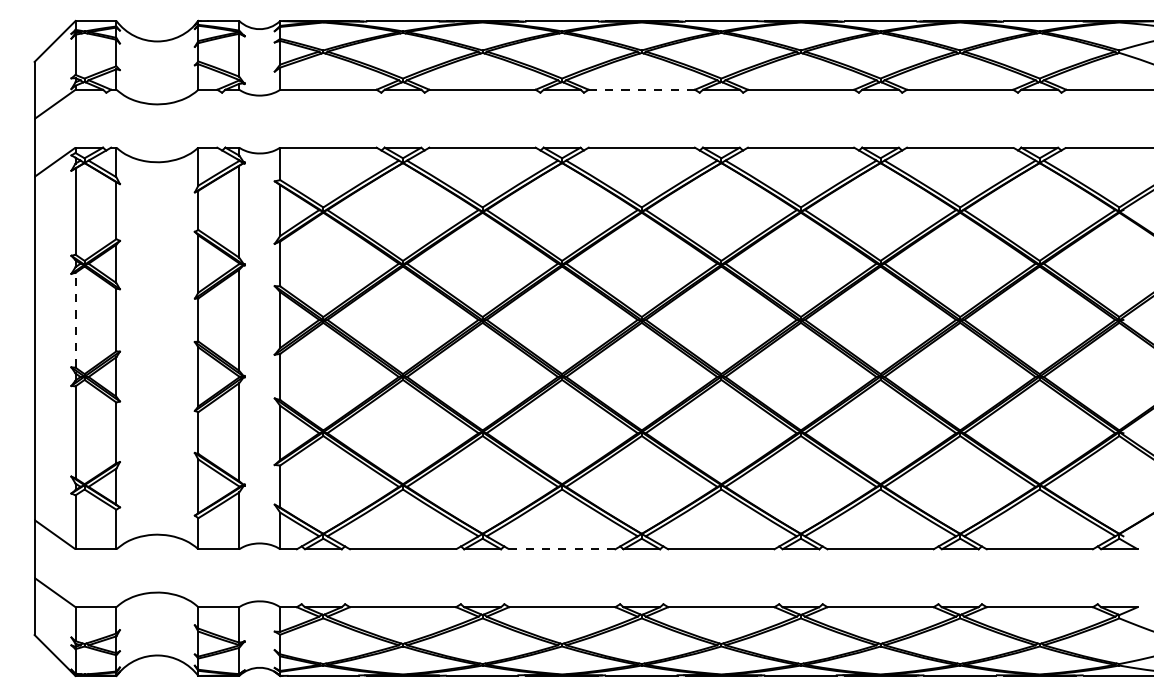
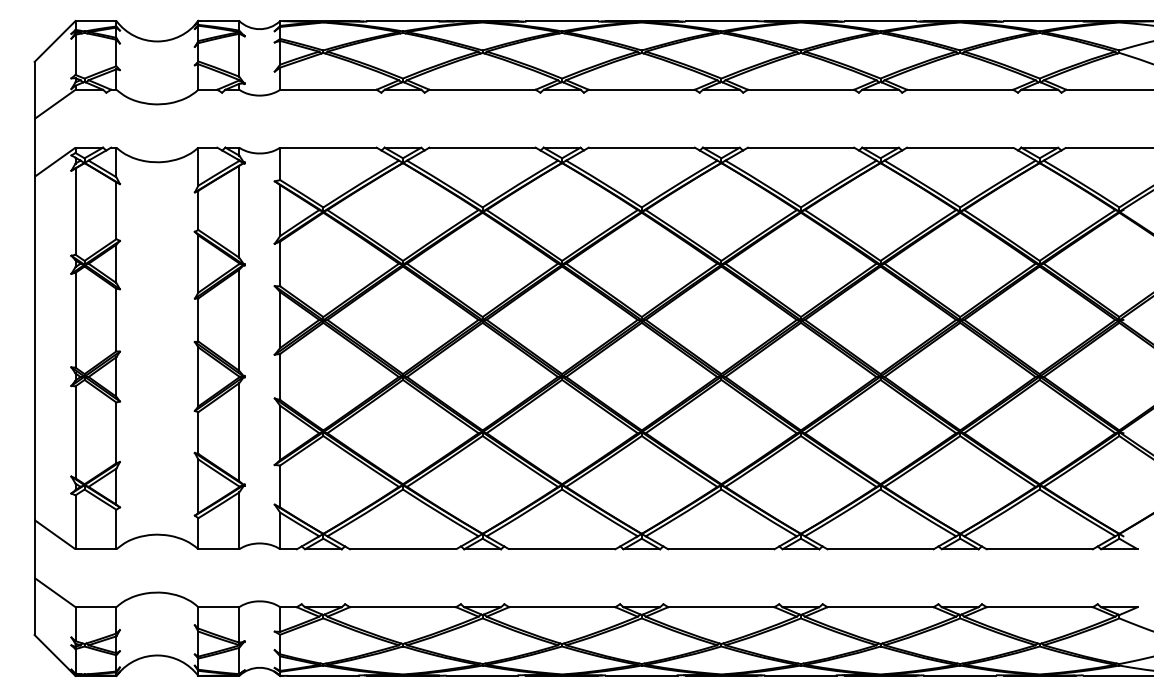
line at (642, 89): dashed -> solid
line at (75, 319): dashed -> solid
line at (562, 549): dashed -> solid
